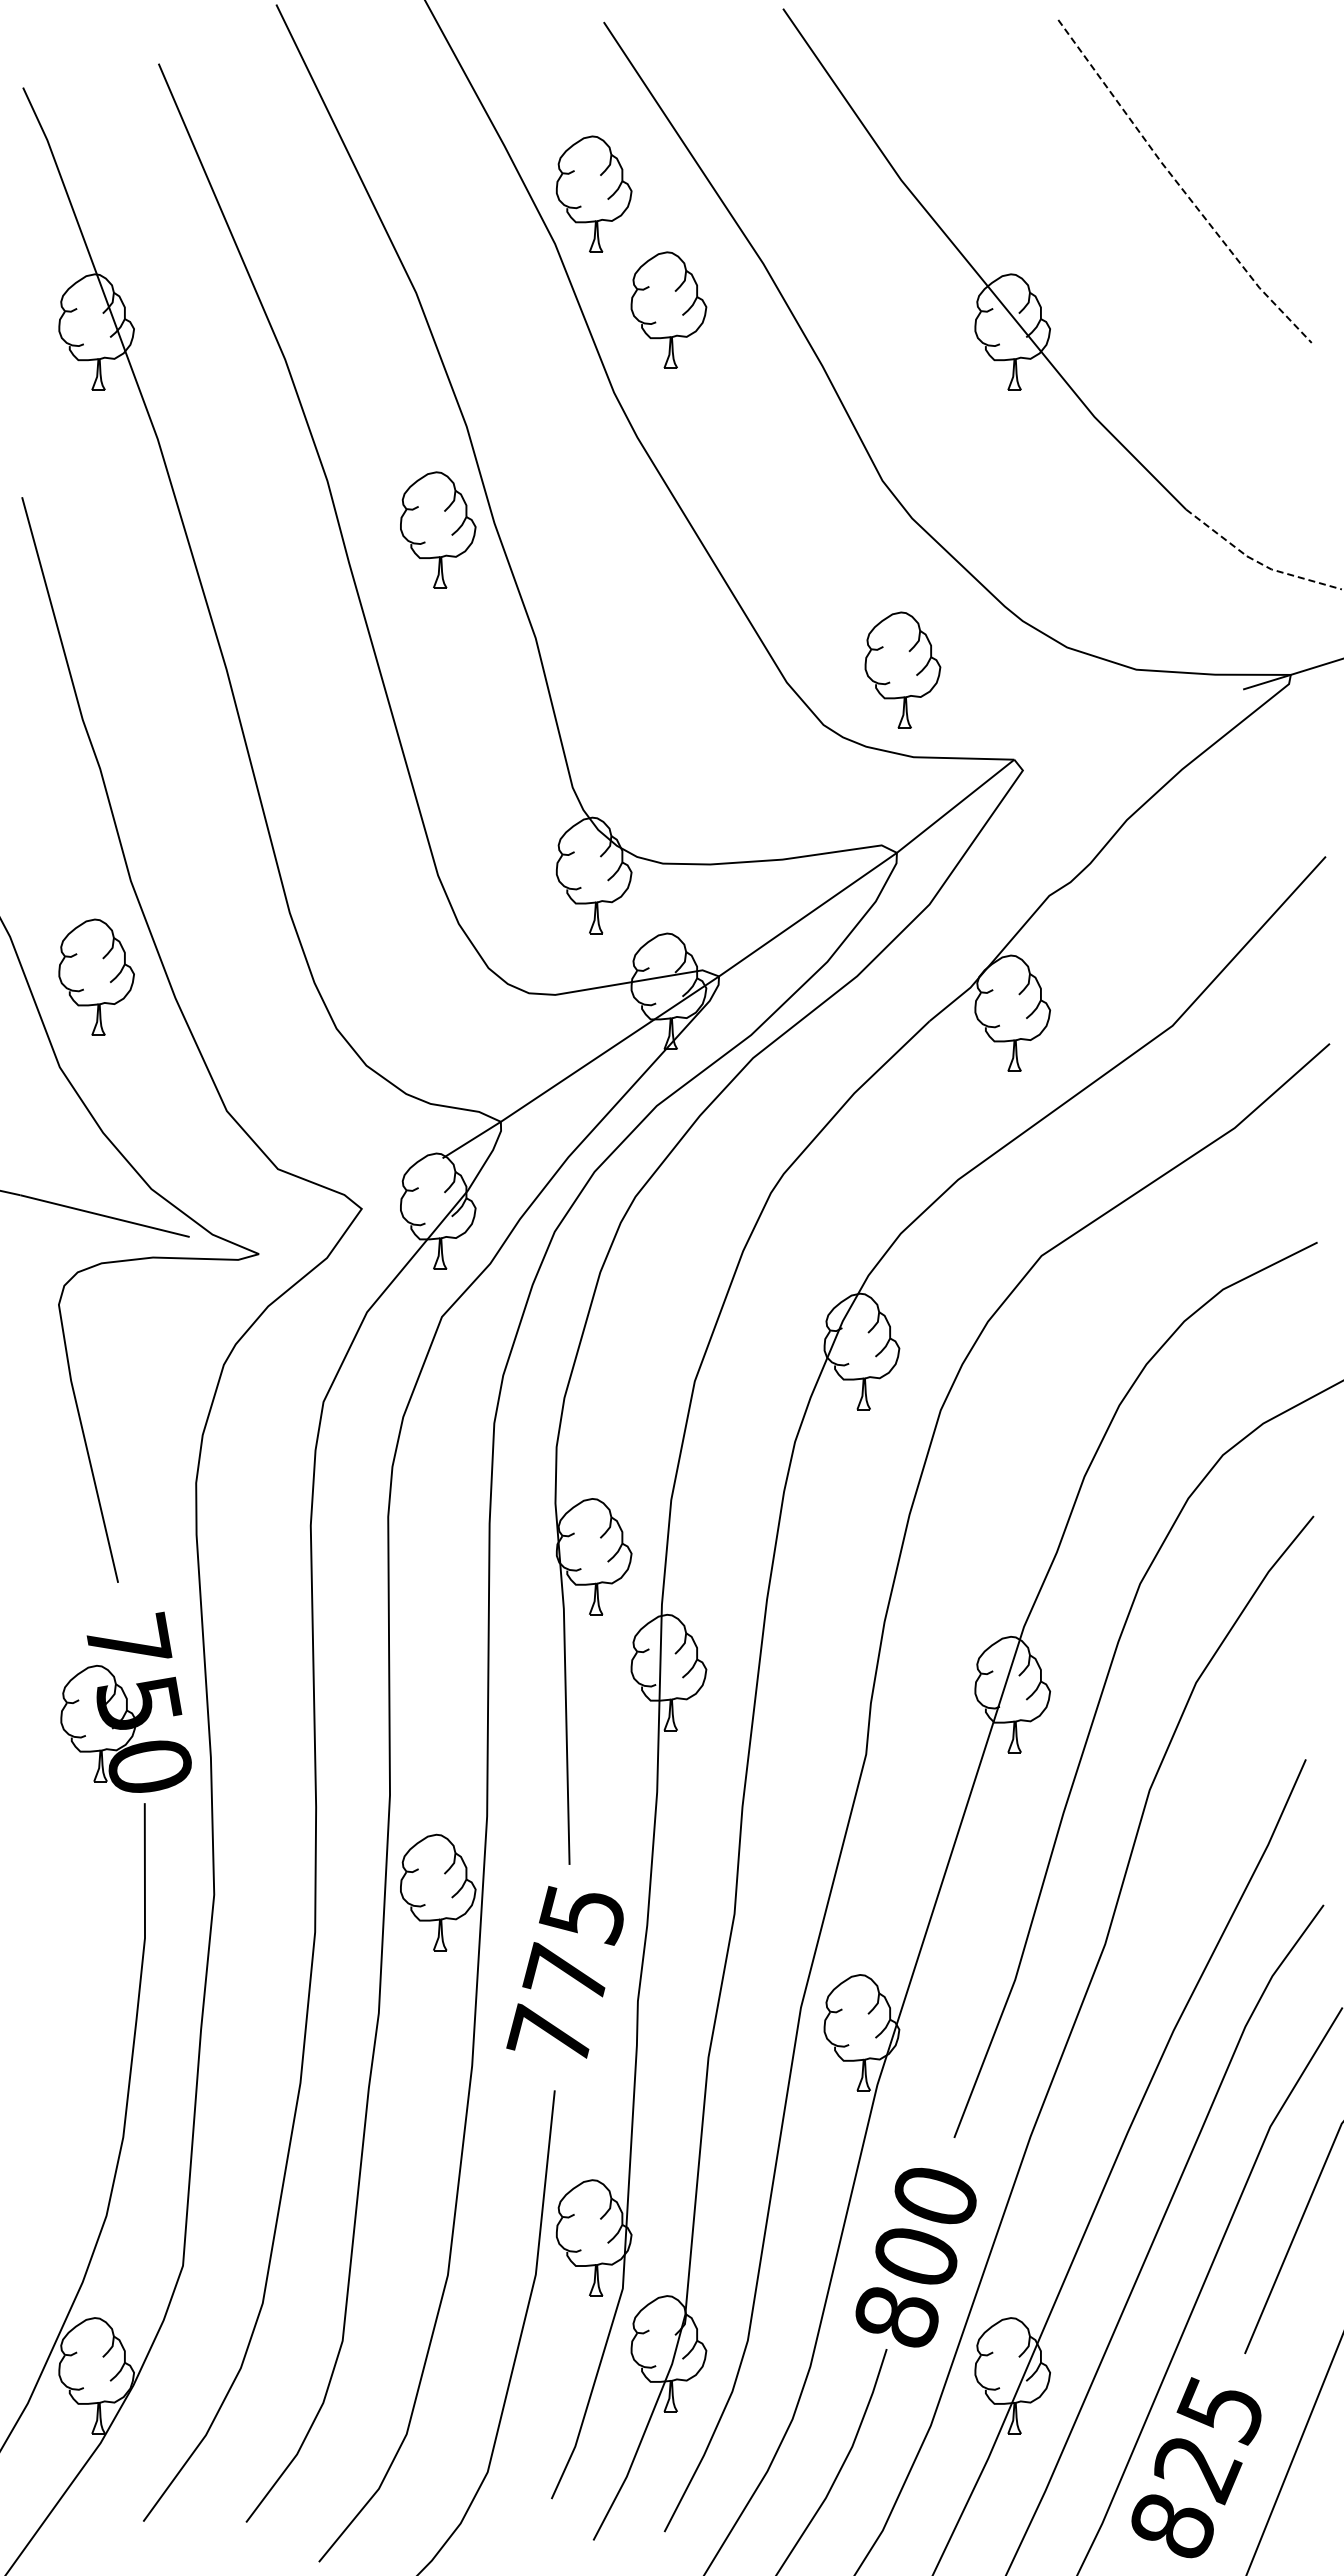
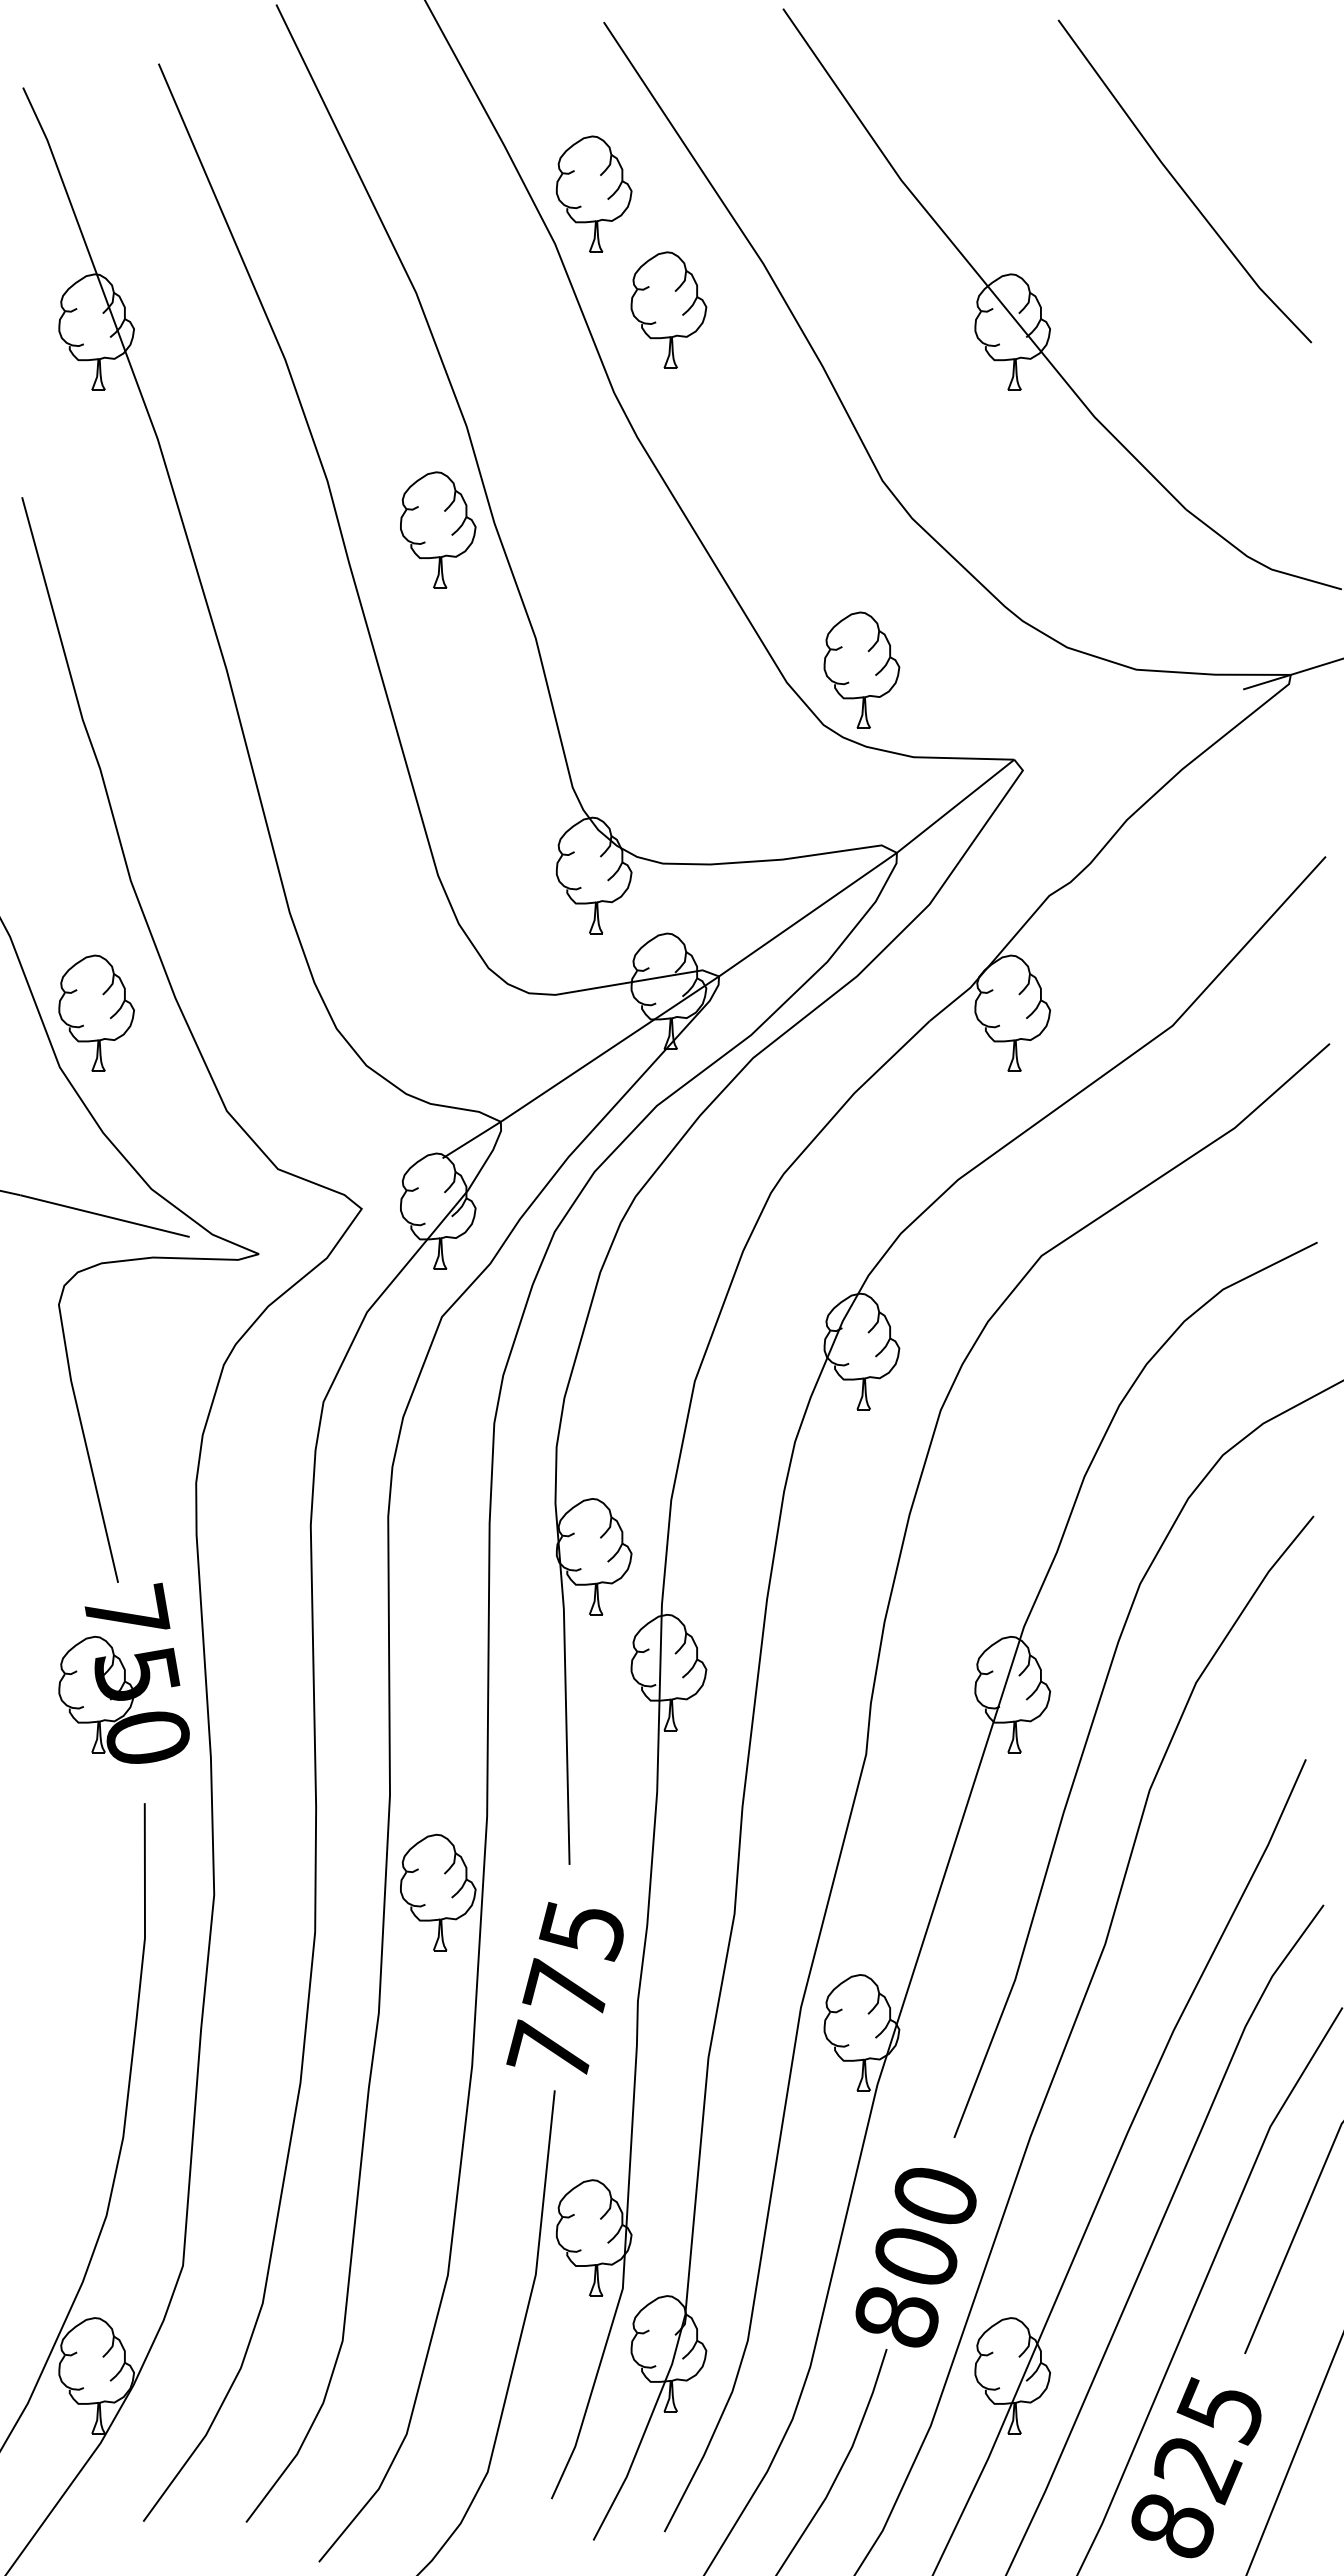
line at (1179, 185): dashed -> solid
line at (1257, 562): dashed -> solid
part at (902, 669) position: (902, 669) -> (861, 669)
part at (96, 976) position: (96, 976) -> (96, 1012)
part at (125, 1701) position: (125, 1701) -> (123, 1672)
text at (564, 1972) position: (564, 1972) -> (564, 1988)
